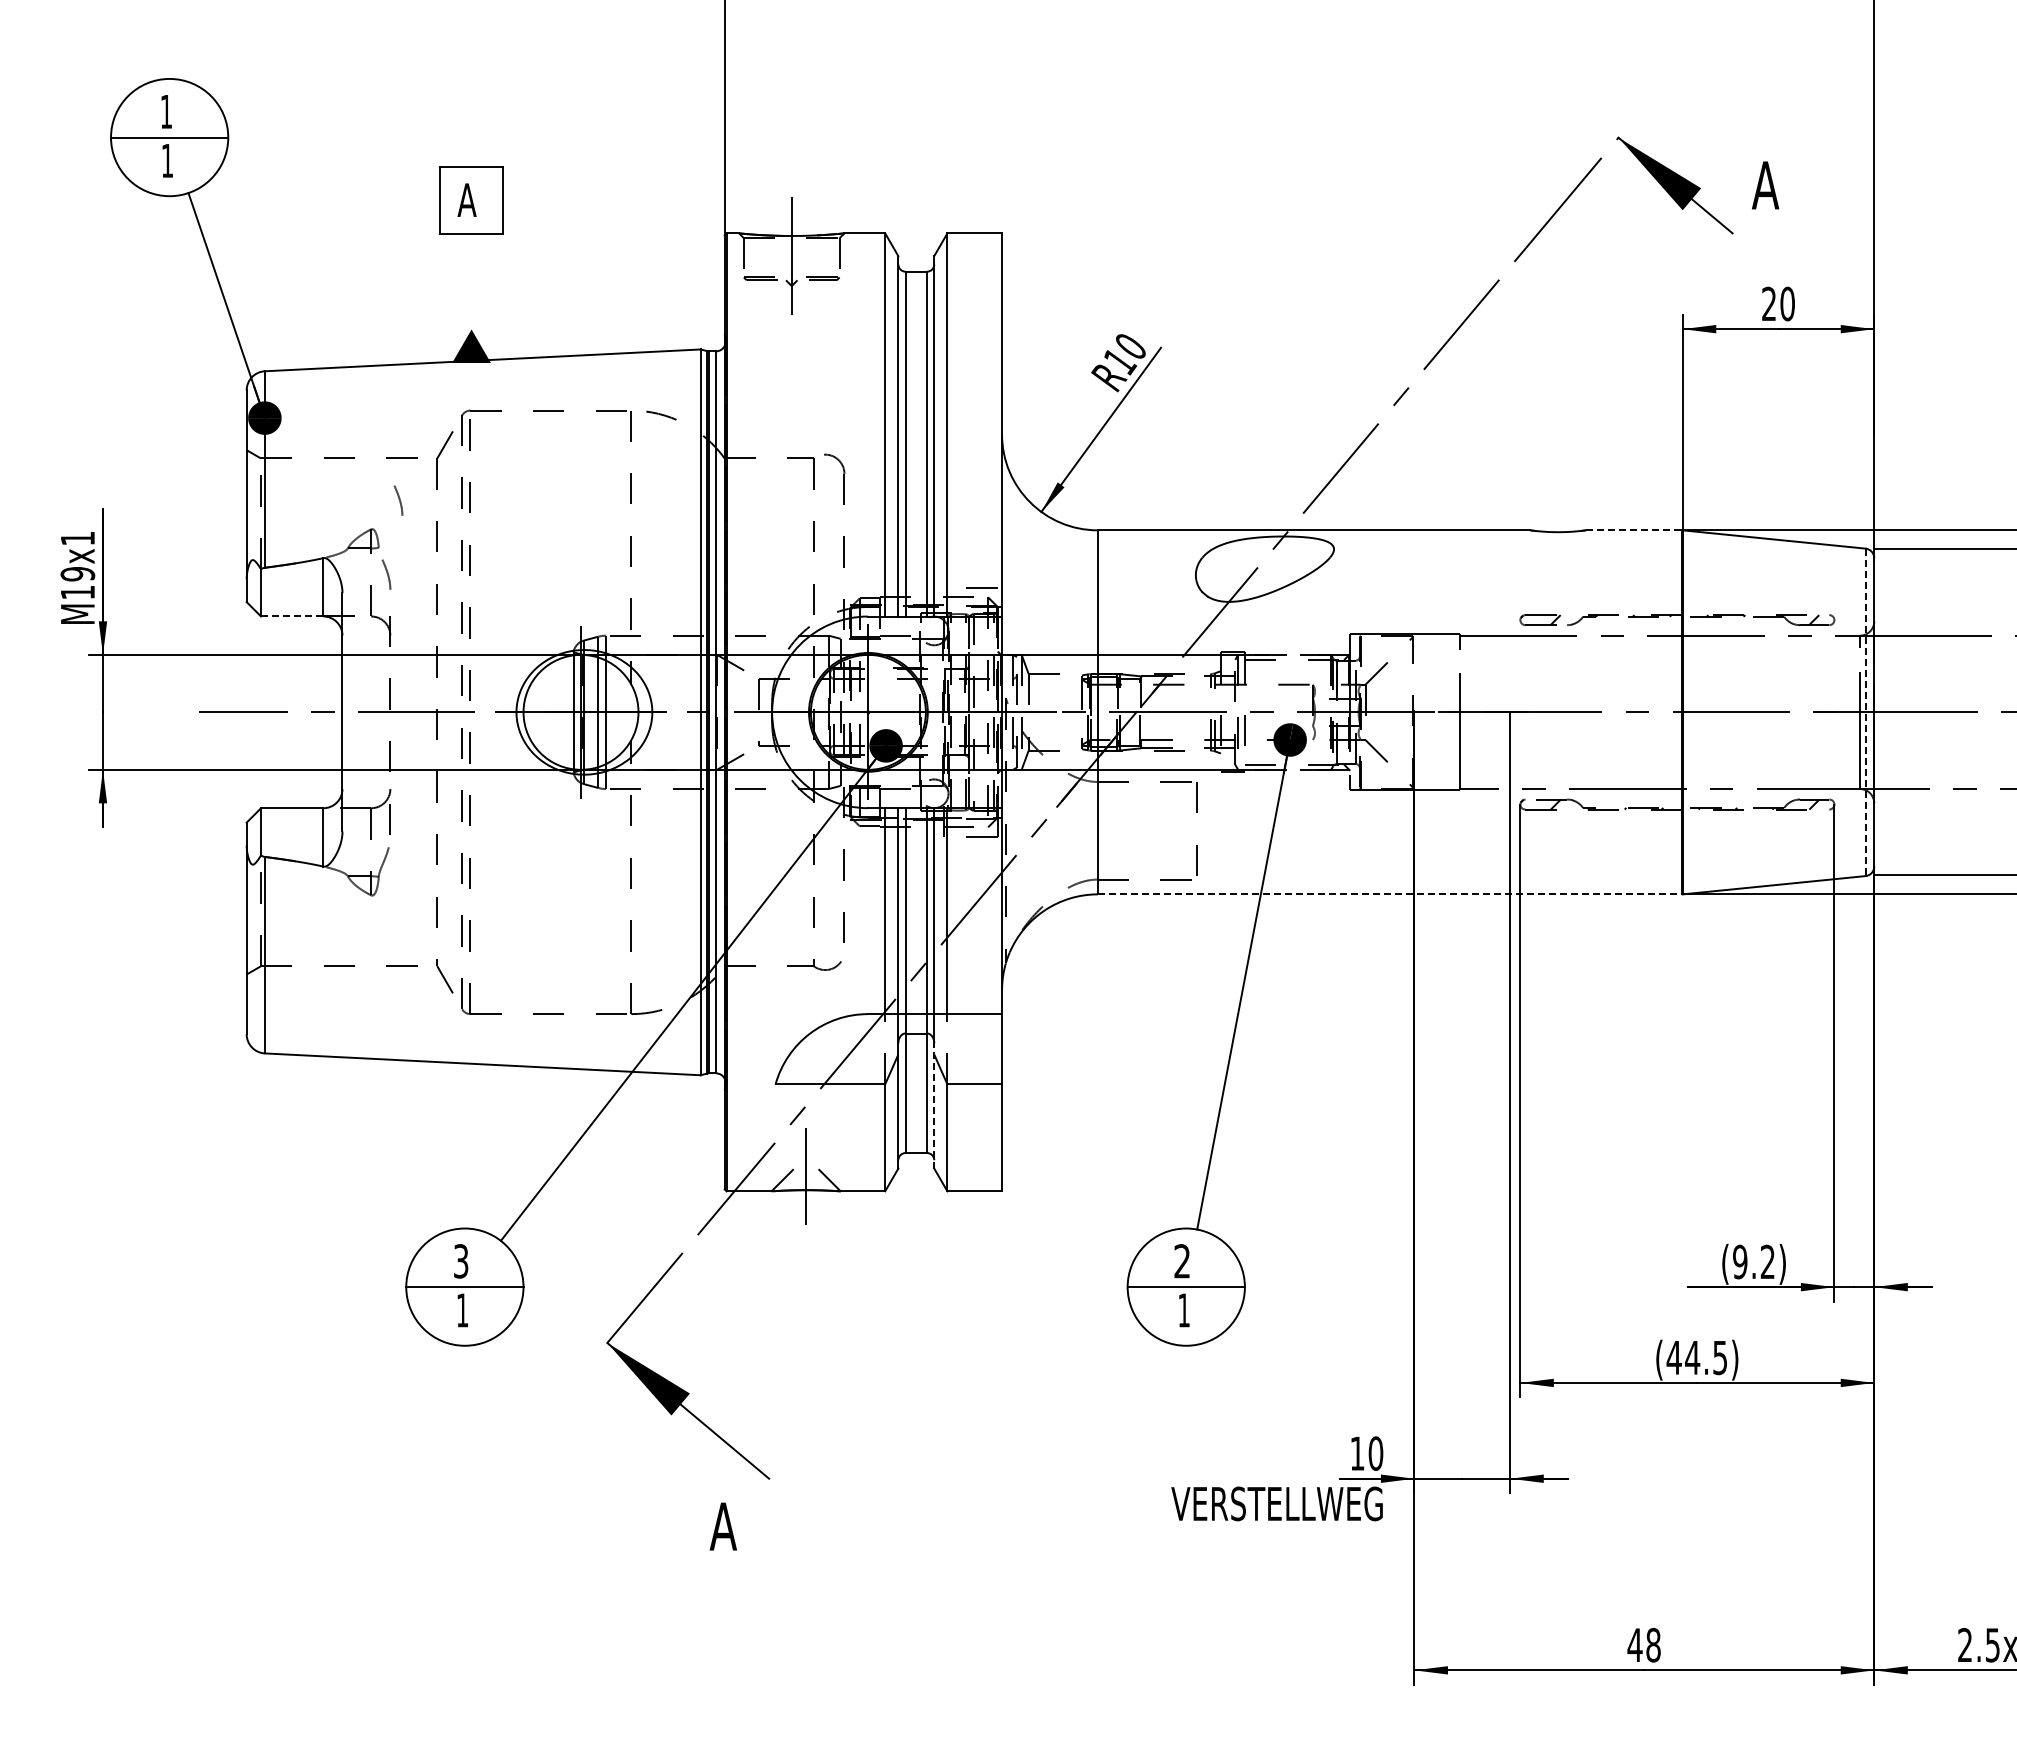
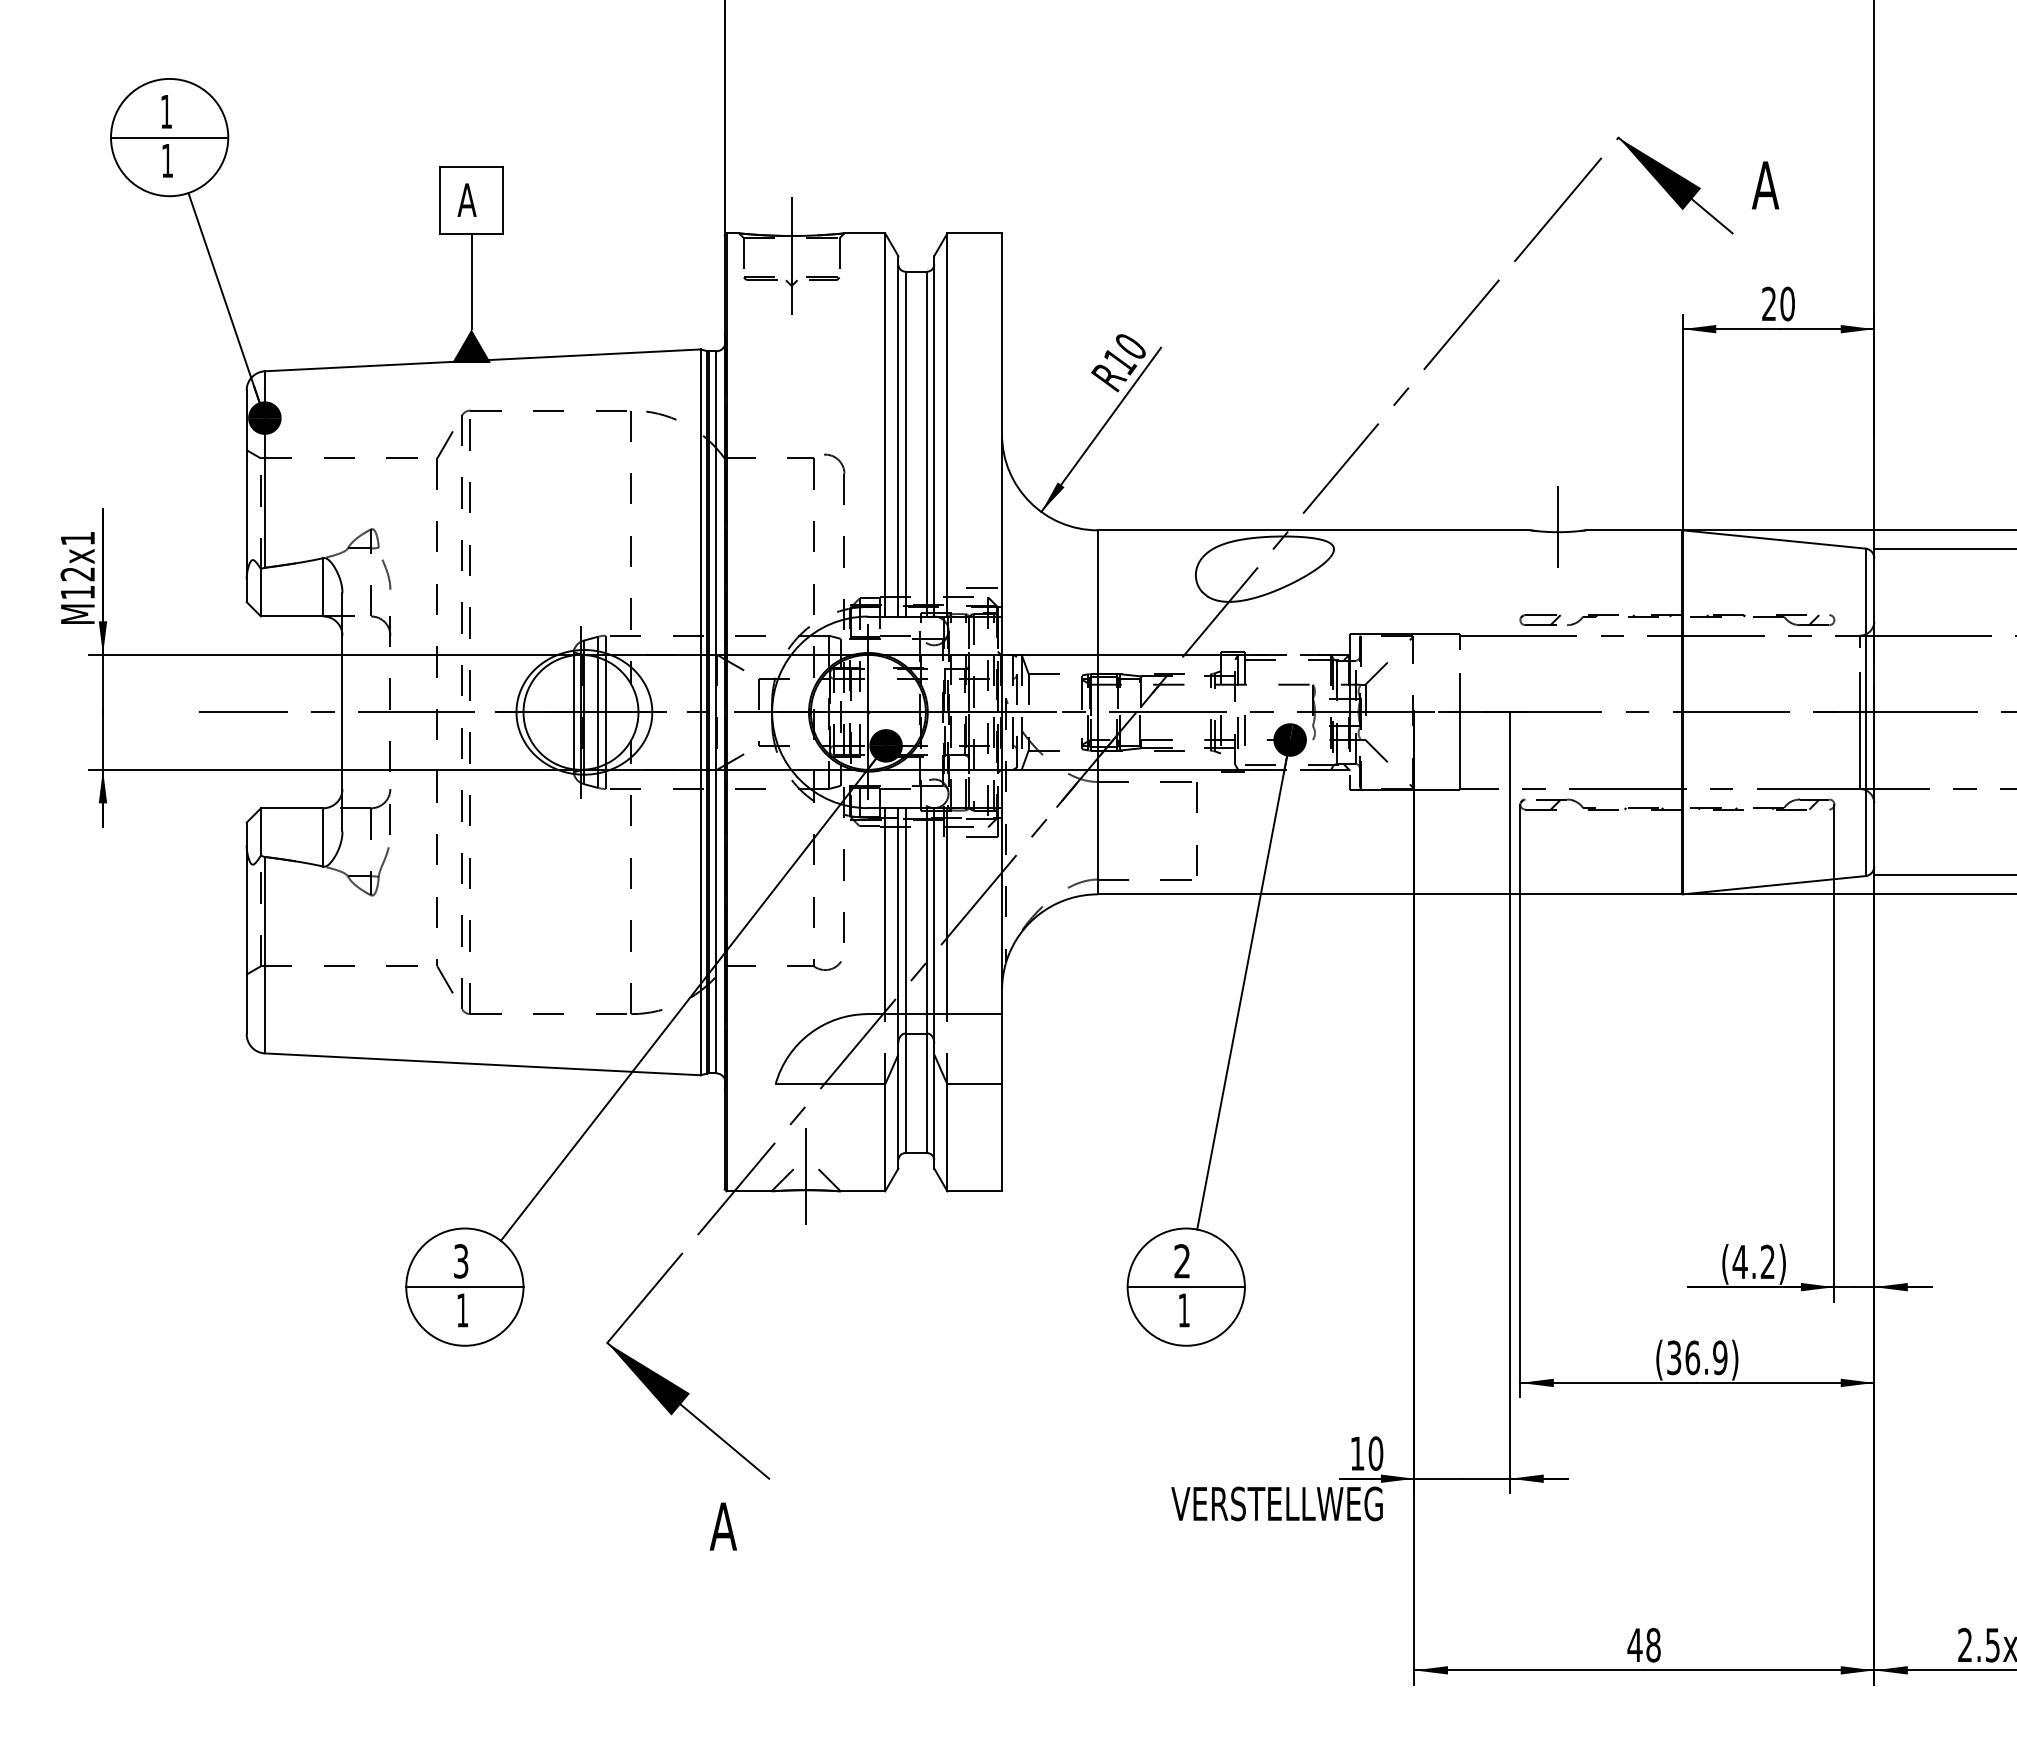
line at (471, 281): none -> present
curve at (398, 499): present -> none
line at (1558, 526): none -> present
line at (1634, 530): dashed -> solid
text at (77, 574): M19x1 -> M12x1
line at (291, 616): dashed -> solid
line at (1865, 712): dashed -> solid
line at (1390, 894): dashed -> solid
line at (934, 1105): dashed -> solid
text at (1739, 1261): (9.2) -> (4.2)
text at (1696, 1357): (44.5) -> (36.9)
